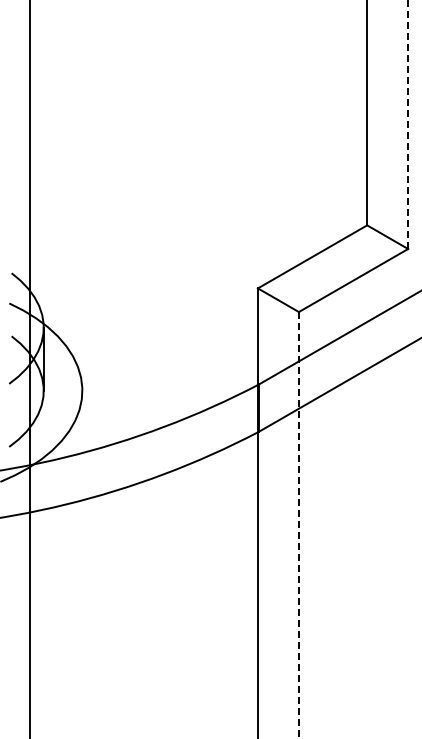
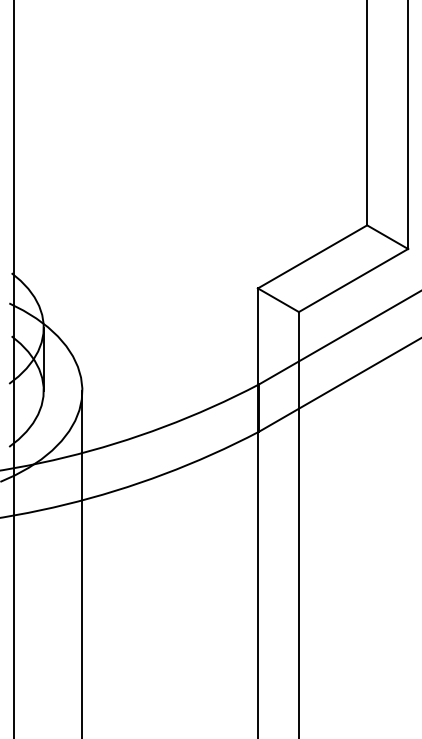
line at (408, 124): dashed -> solid
line at (30, 368) position: (30, 368) -> (14, 368)
line at (298, 525): dashed -> solid
line at (82, 562): none -> present
